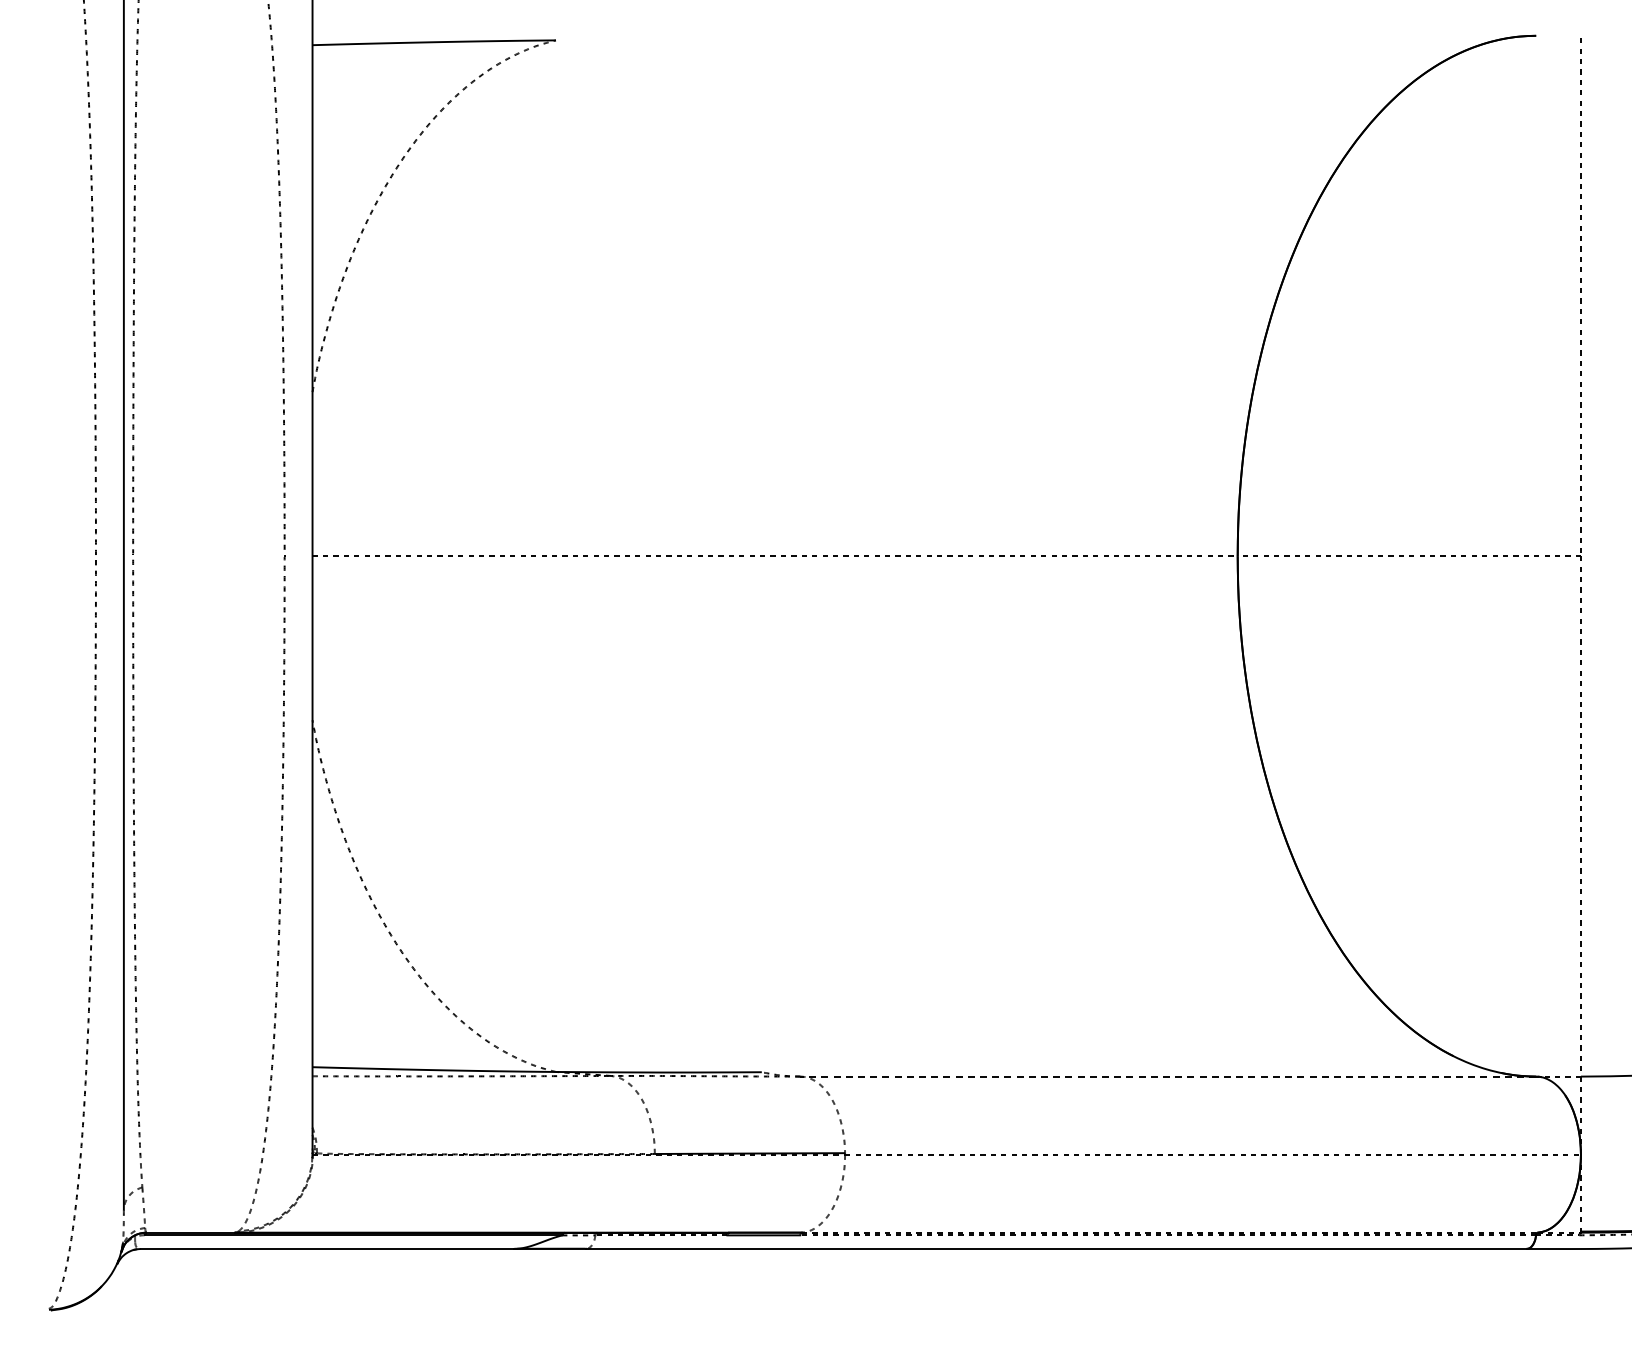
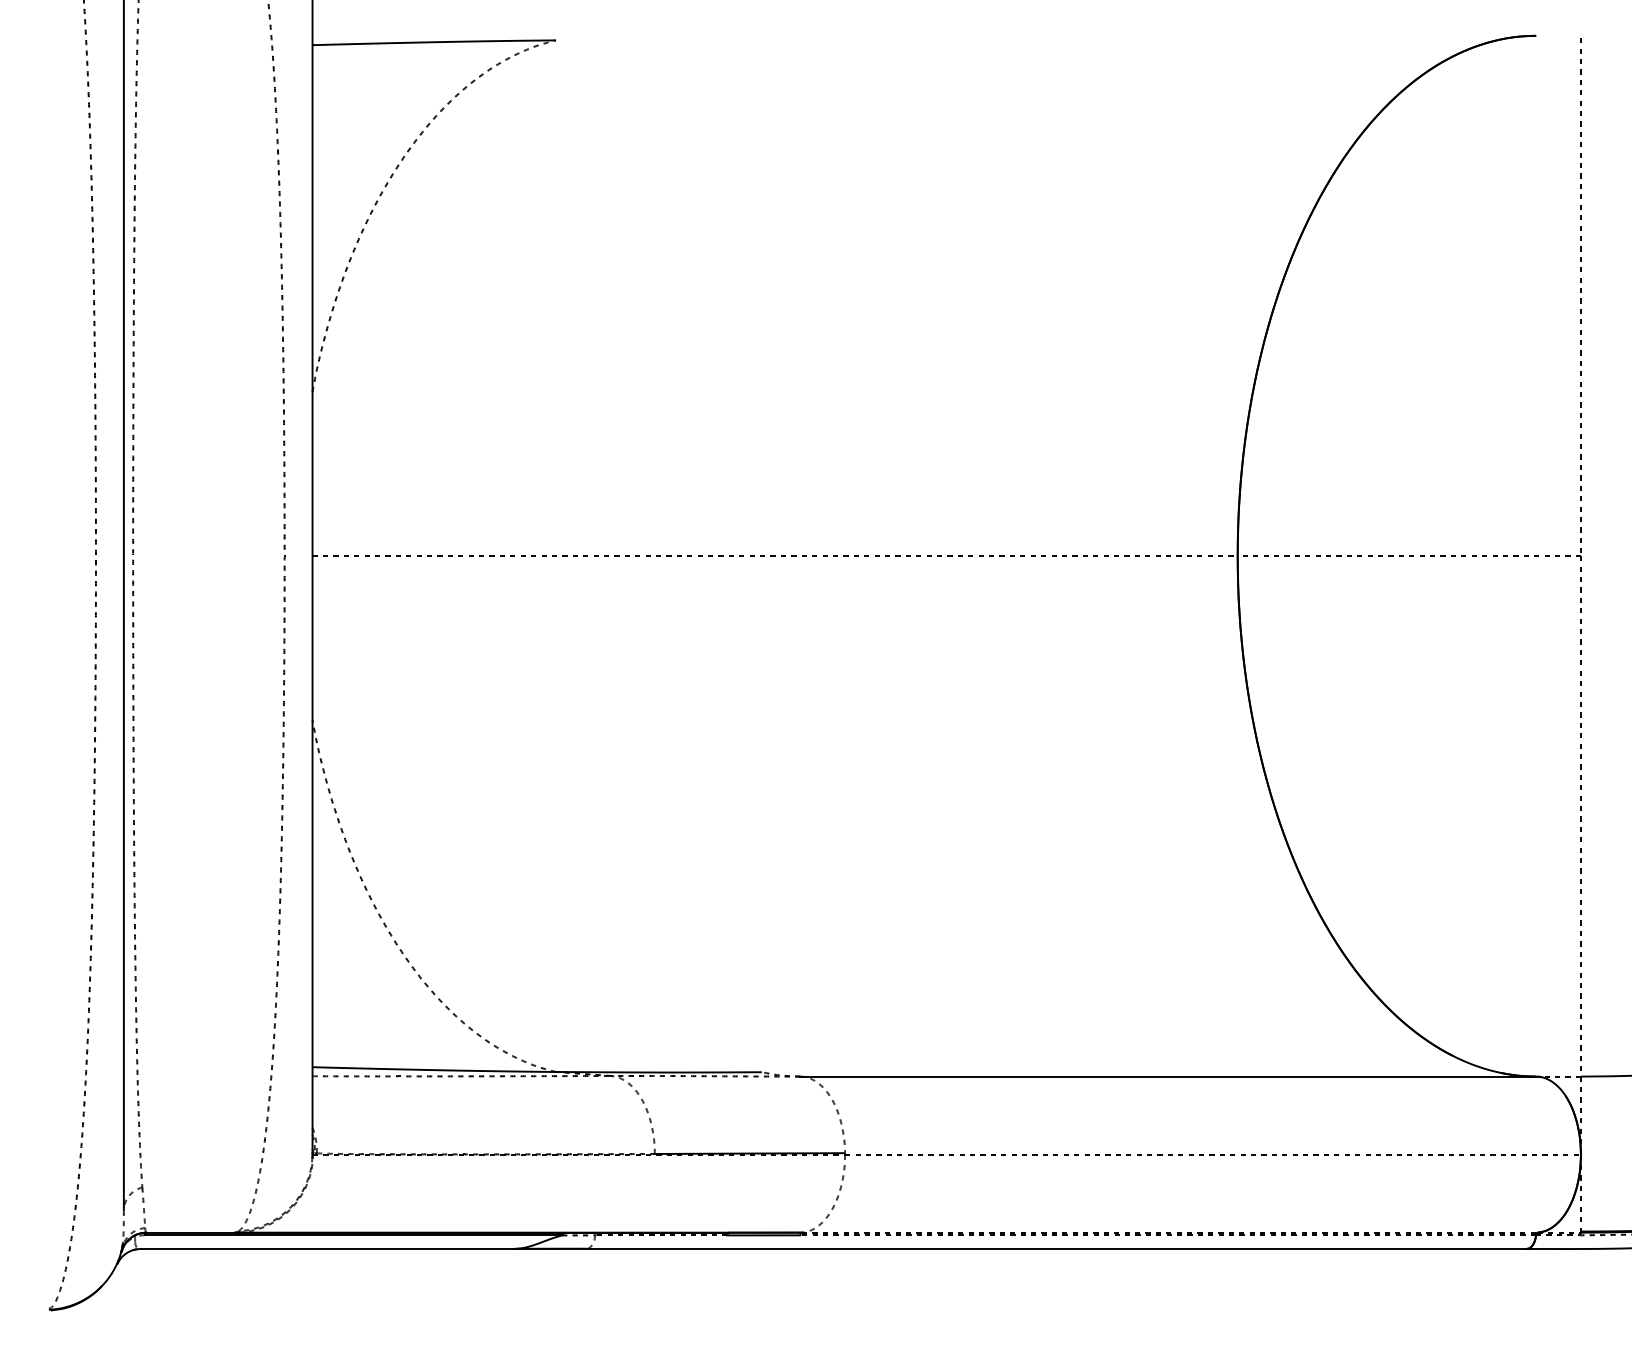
line at (1168, 1076): dashed -> solid
